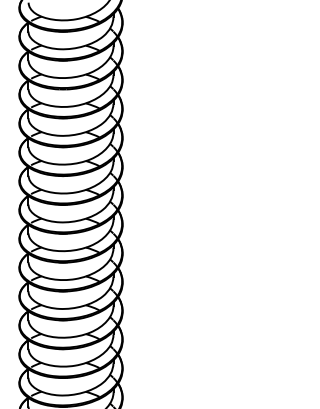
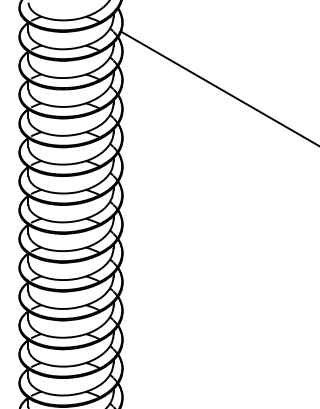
line at (218, 87): none -> present
